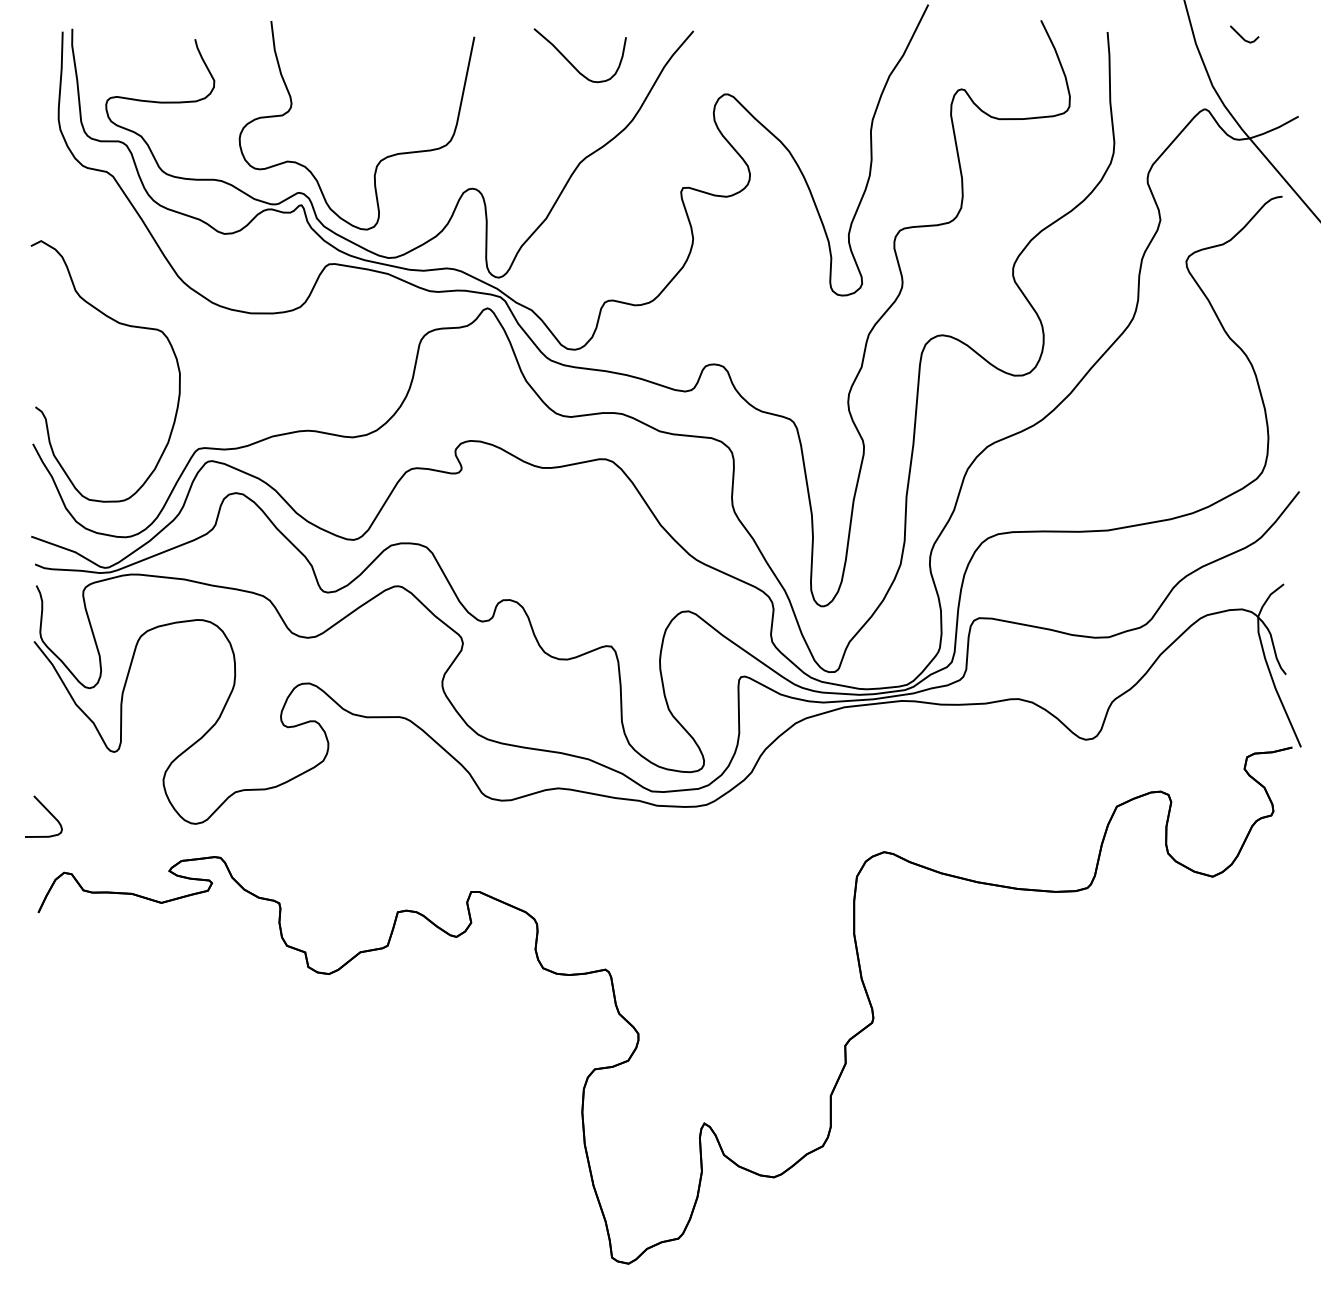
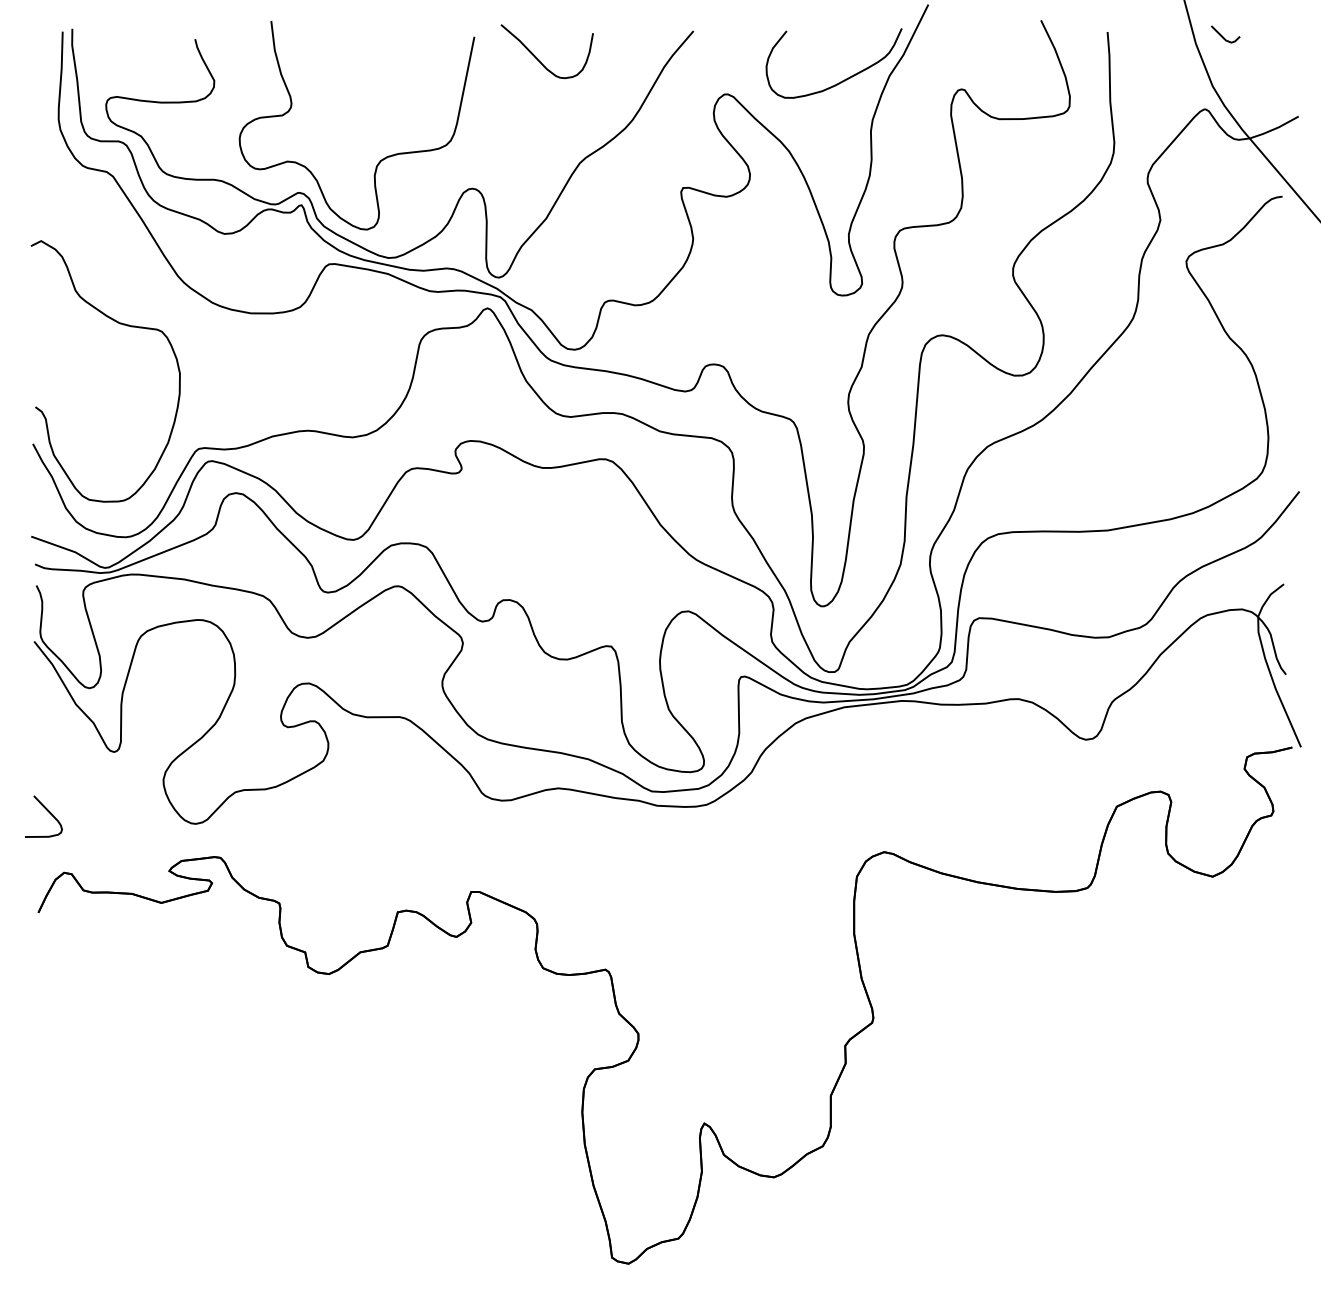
line at (1242, 36) position: (1242, 36) -> (1223, 36)
curve at (571, 62) position: (571, 62) -> (538, 58)
curve at (842, 80): none -> present
